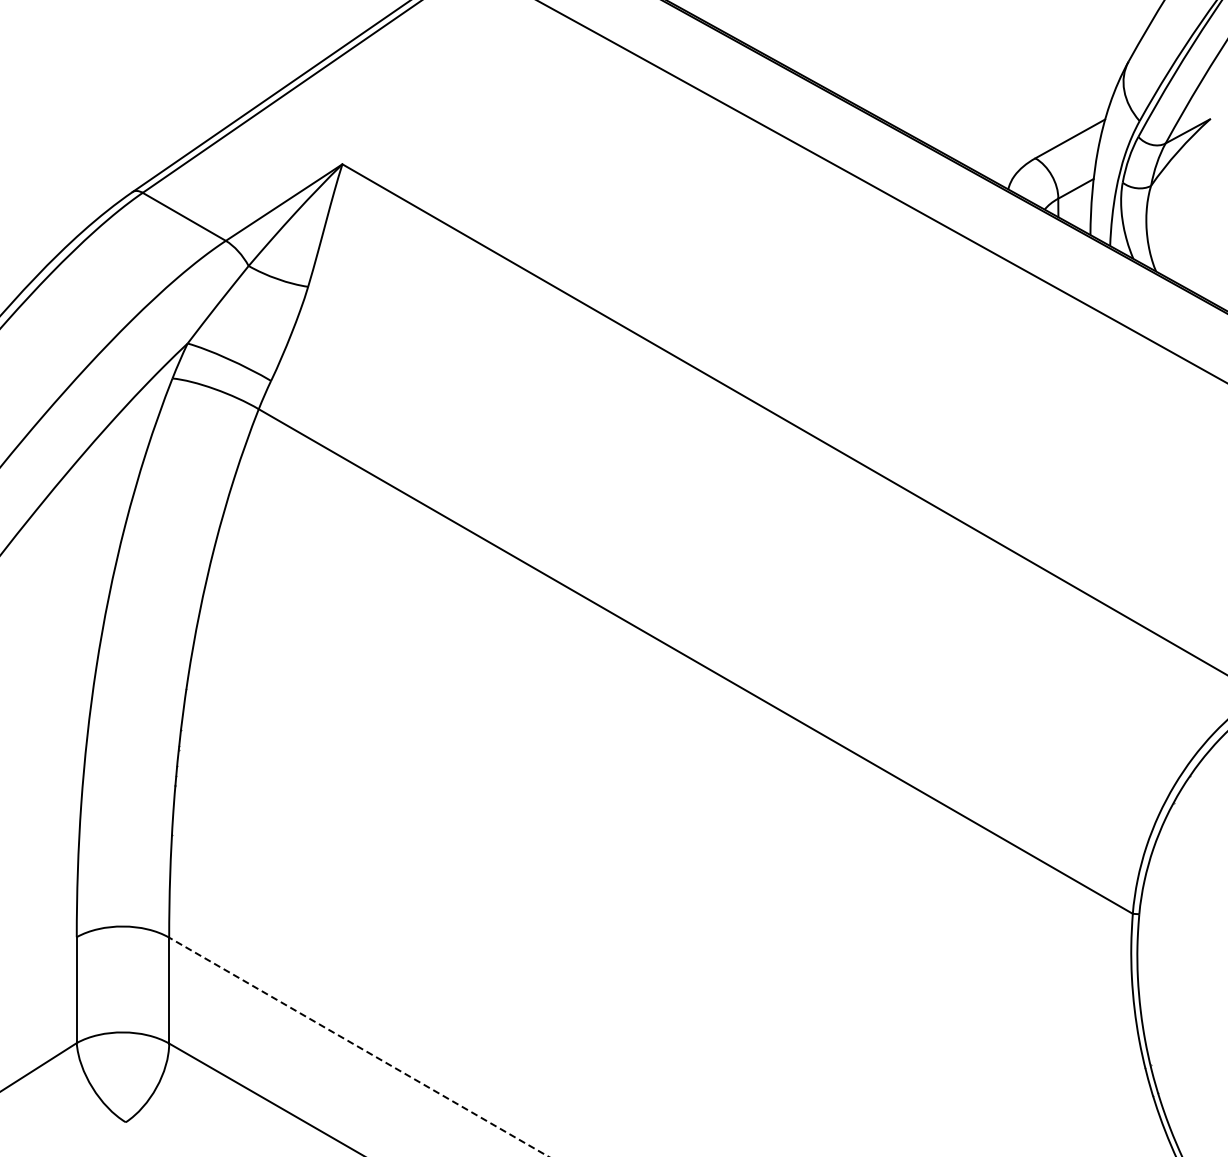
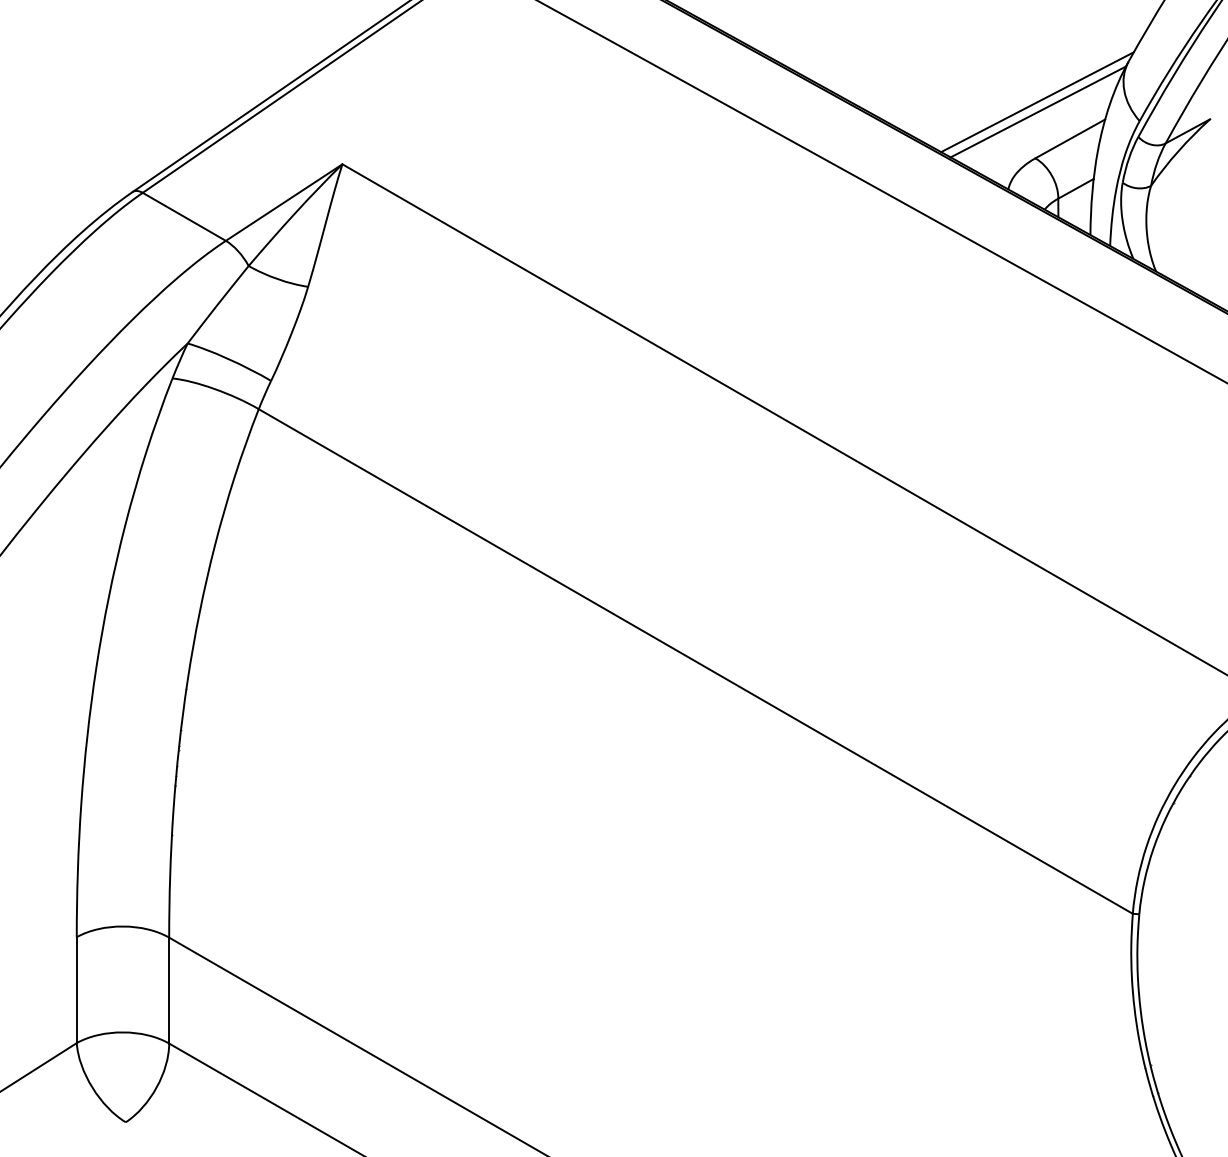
line at (1037, 102): none -> present
line at (1037, 111): none -> present
line at (358, 1047): dashed -> solid
